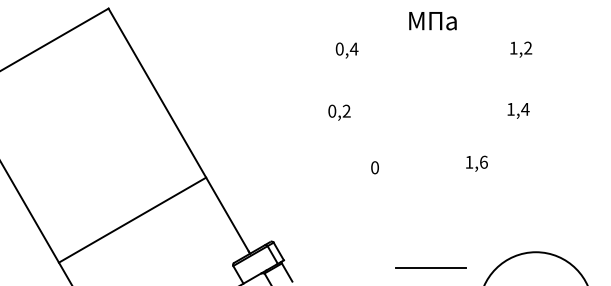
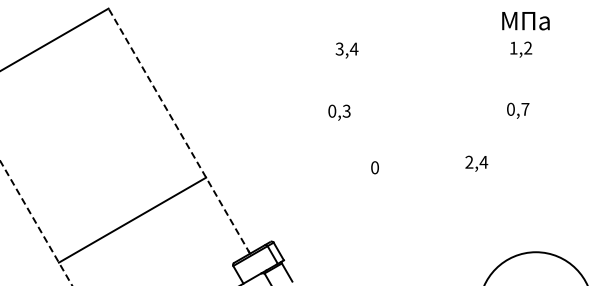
text at (432, 21) position: (432, 21) -> (525, 21)
text at (339, 48): 0,4 -> 3,4
text at (518, 108): 1,4 -> 0,7
text at (346, 111): 0,2 -> 0,3
line at (179, 130): solid -> dashed
text at (476, 161): 1,6 -> 2,4
line at (36, 223): solid -> dashed
line at (430, 268): present -> none
